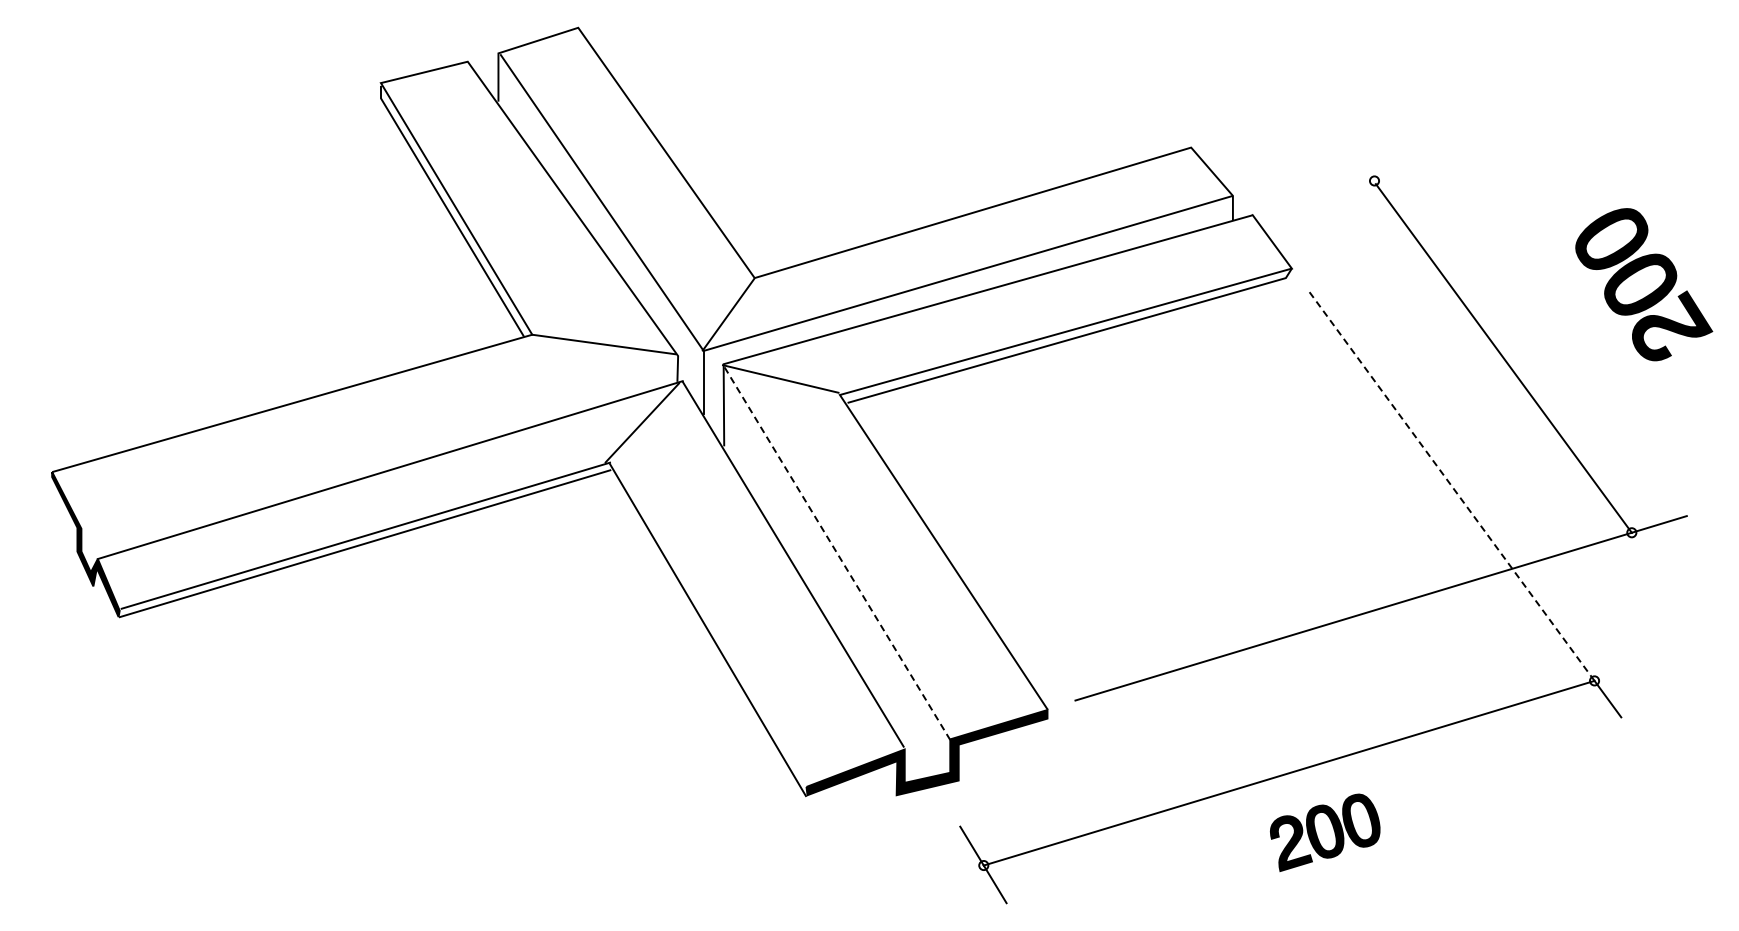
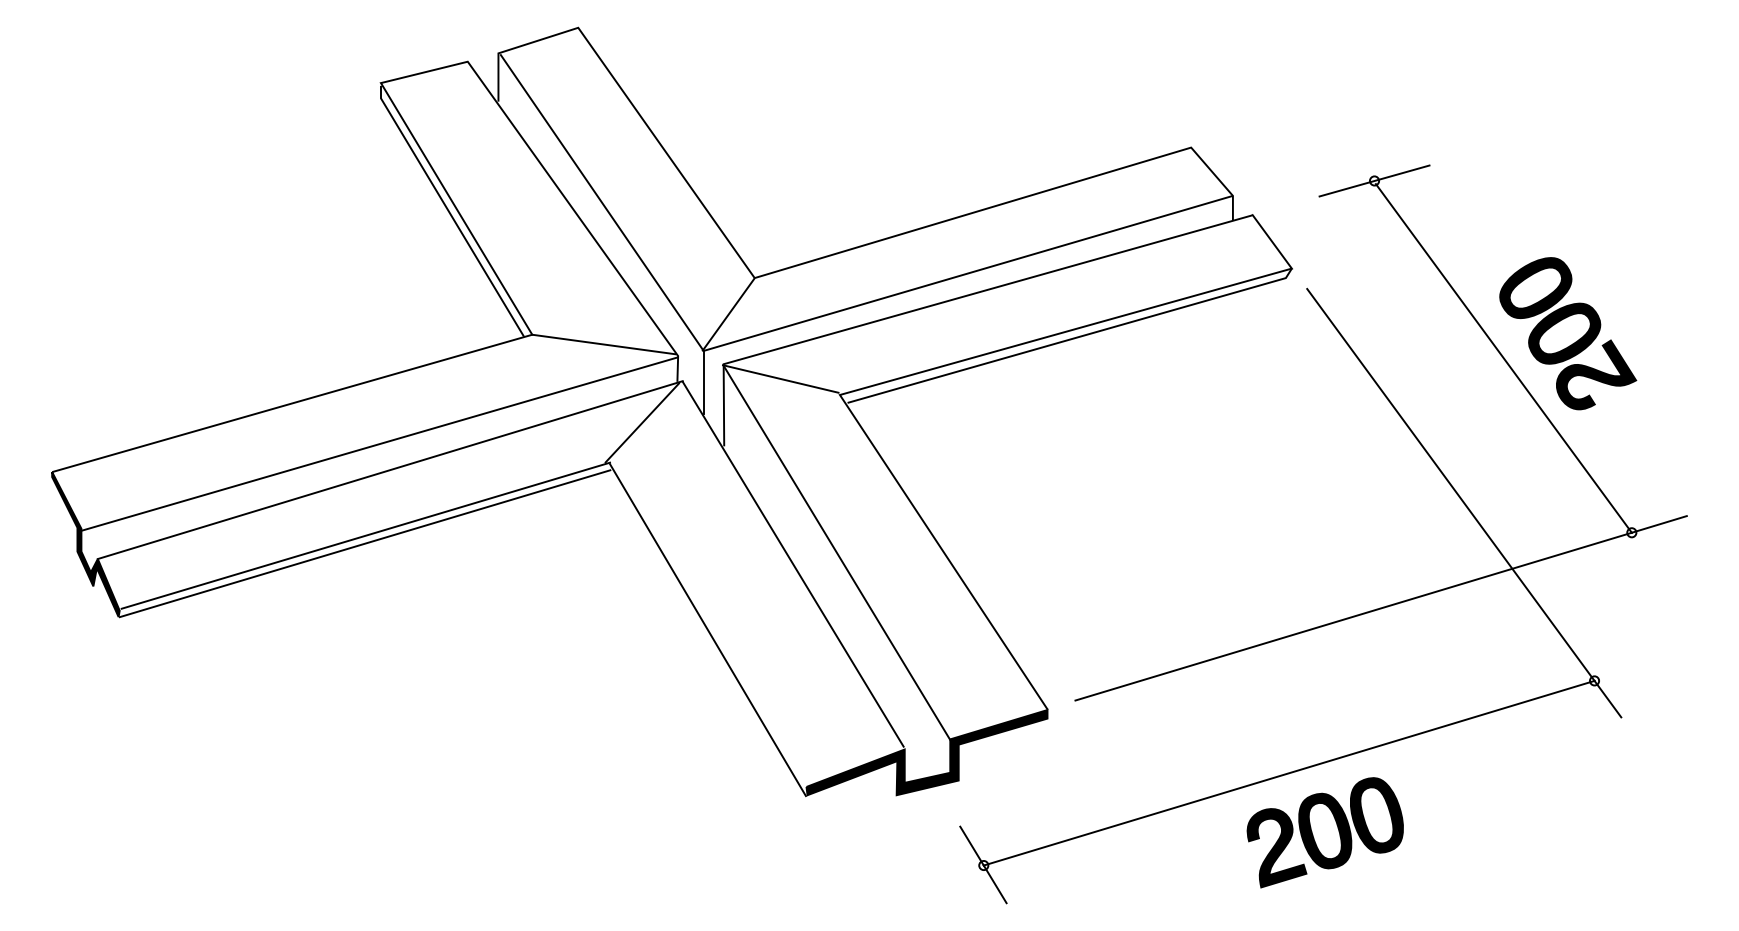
line at (1374, 180): none -> present
part at (1644, 284) position: (1644, 284) -> (1568, 333)
line at (379, 443): none -> present
line at (1450, 484): dashed -> solid
line at (836, 552): dashed -> solid
part at (1325, 832) size: 111x79 px -> 158x112 px
